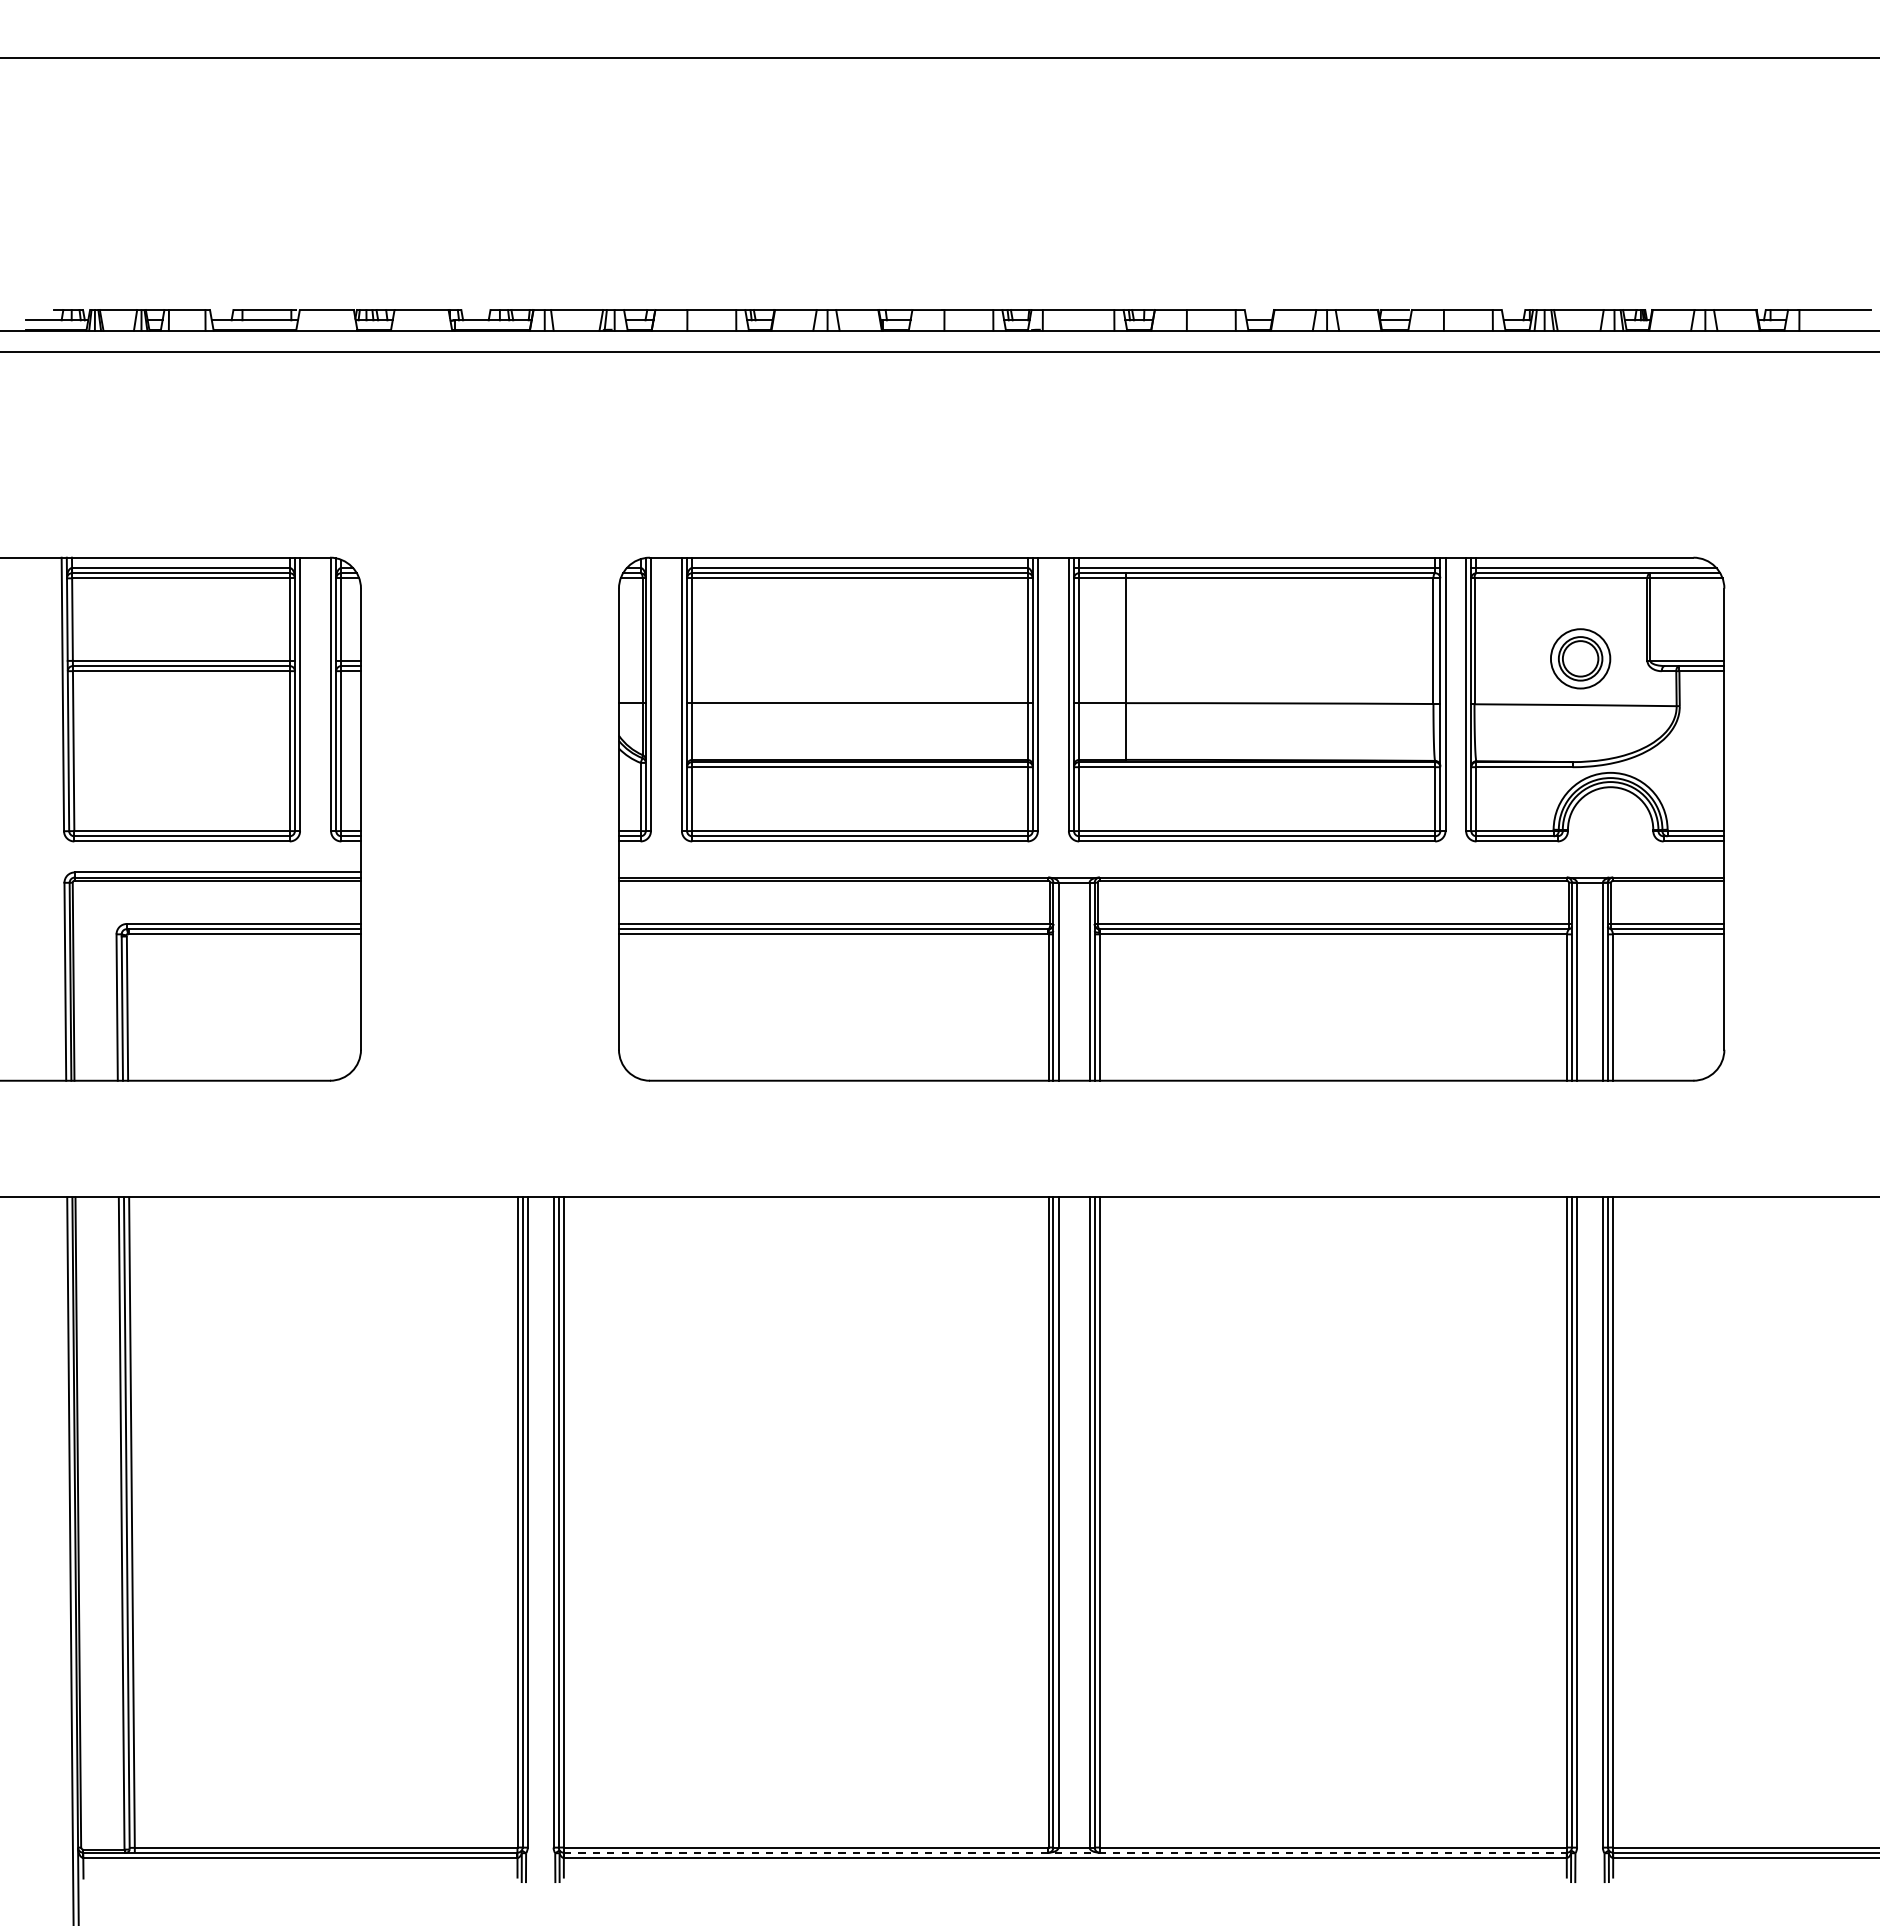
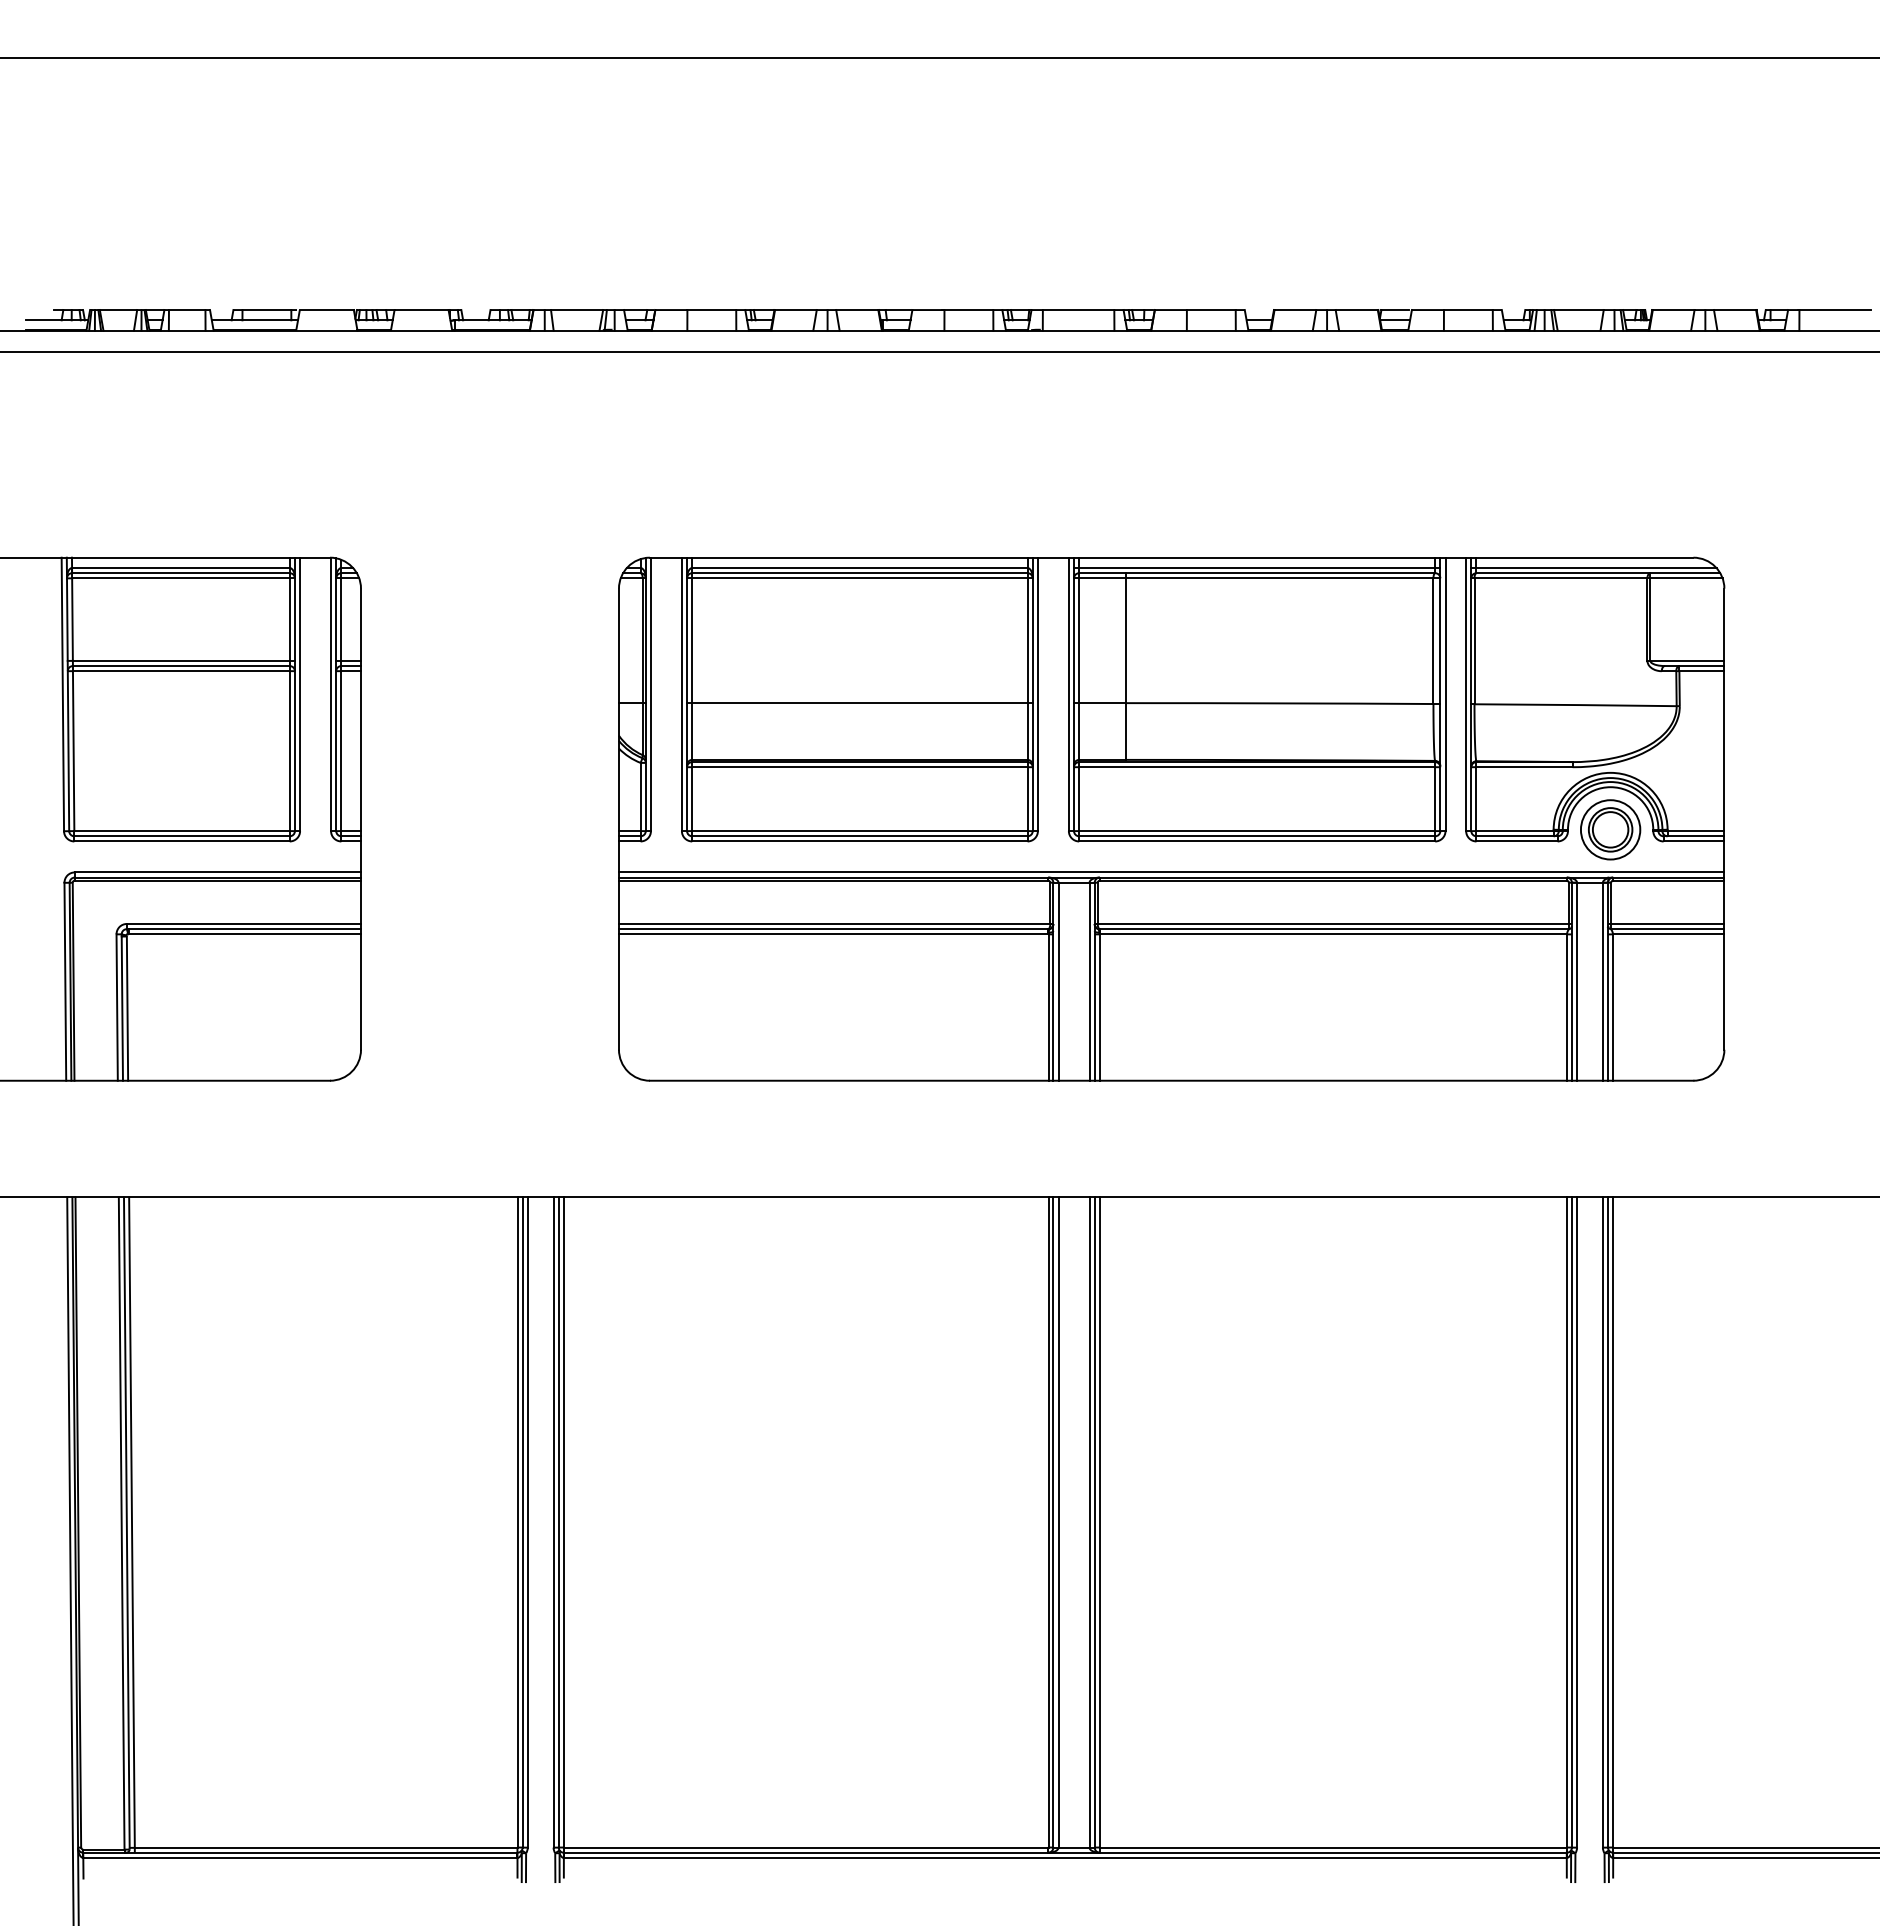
part at (1580, 658) position: (1580, 658) -> (1610, 829)
line at (1171, 872): none -> present
line at (1065, 1852): dashed -> solid
